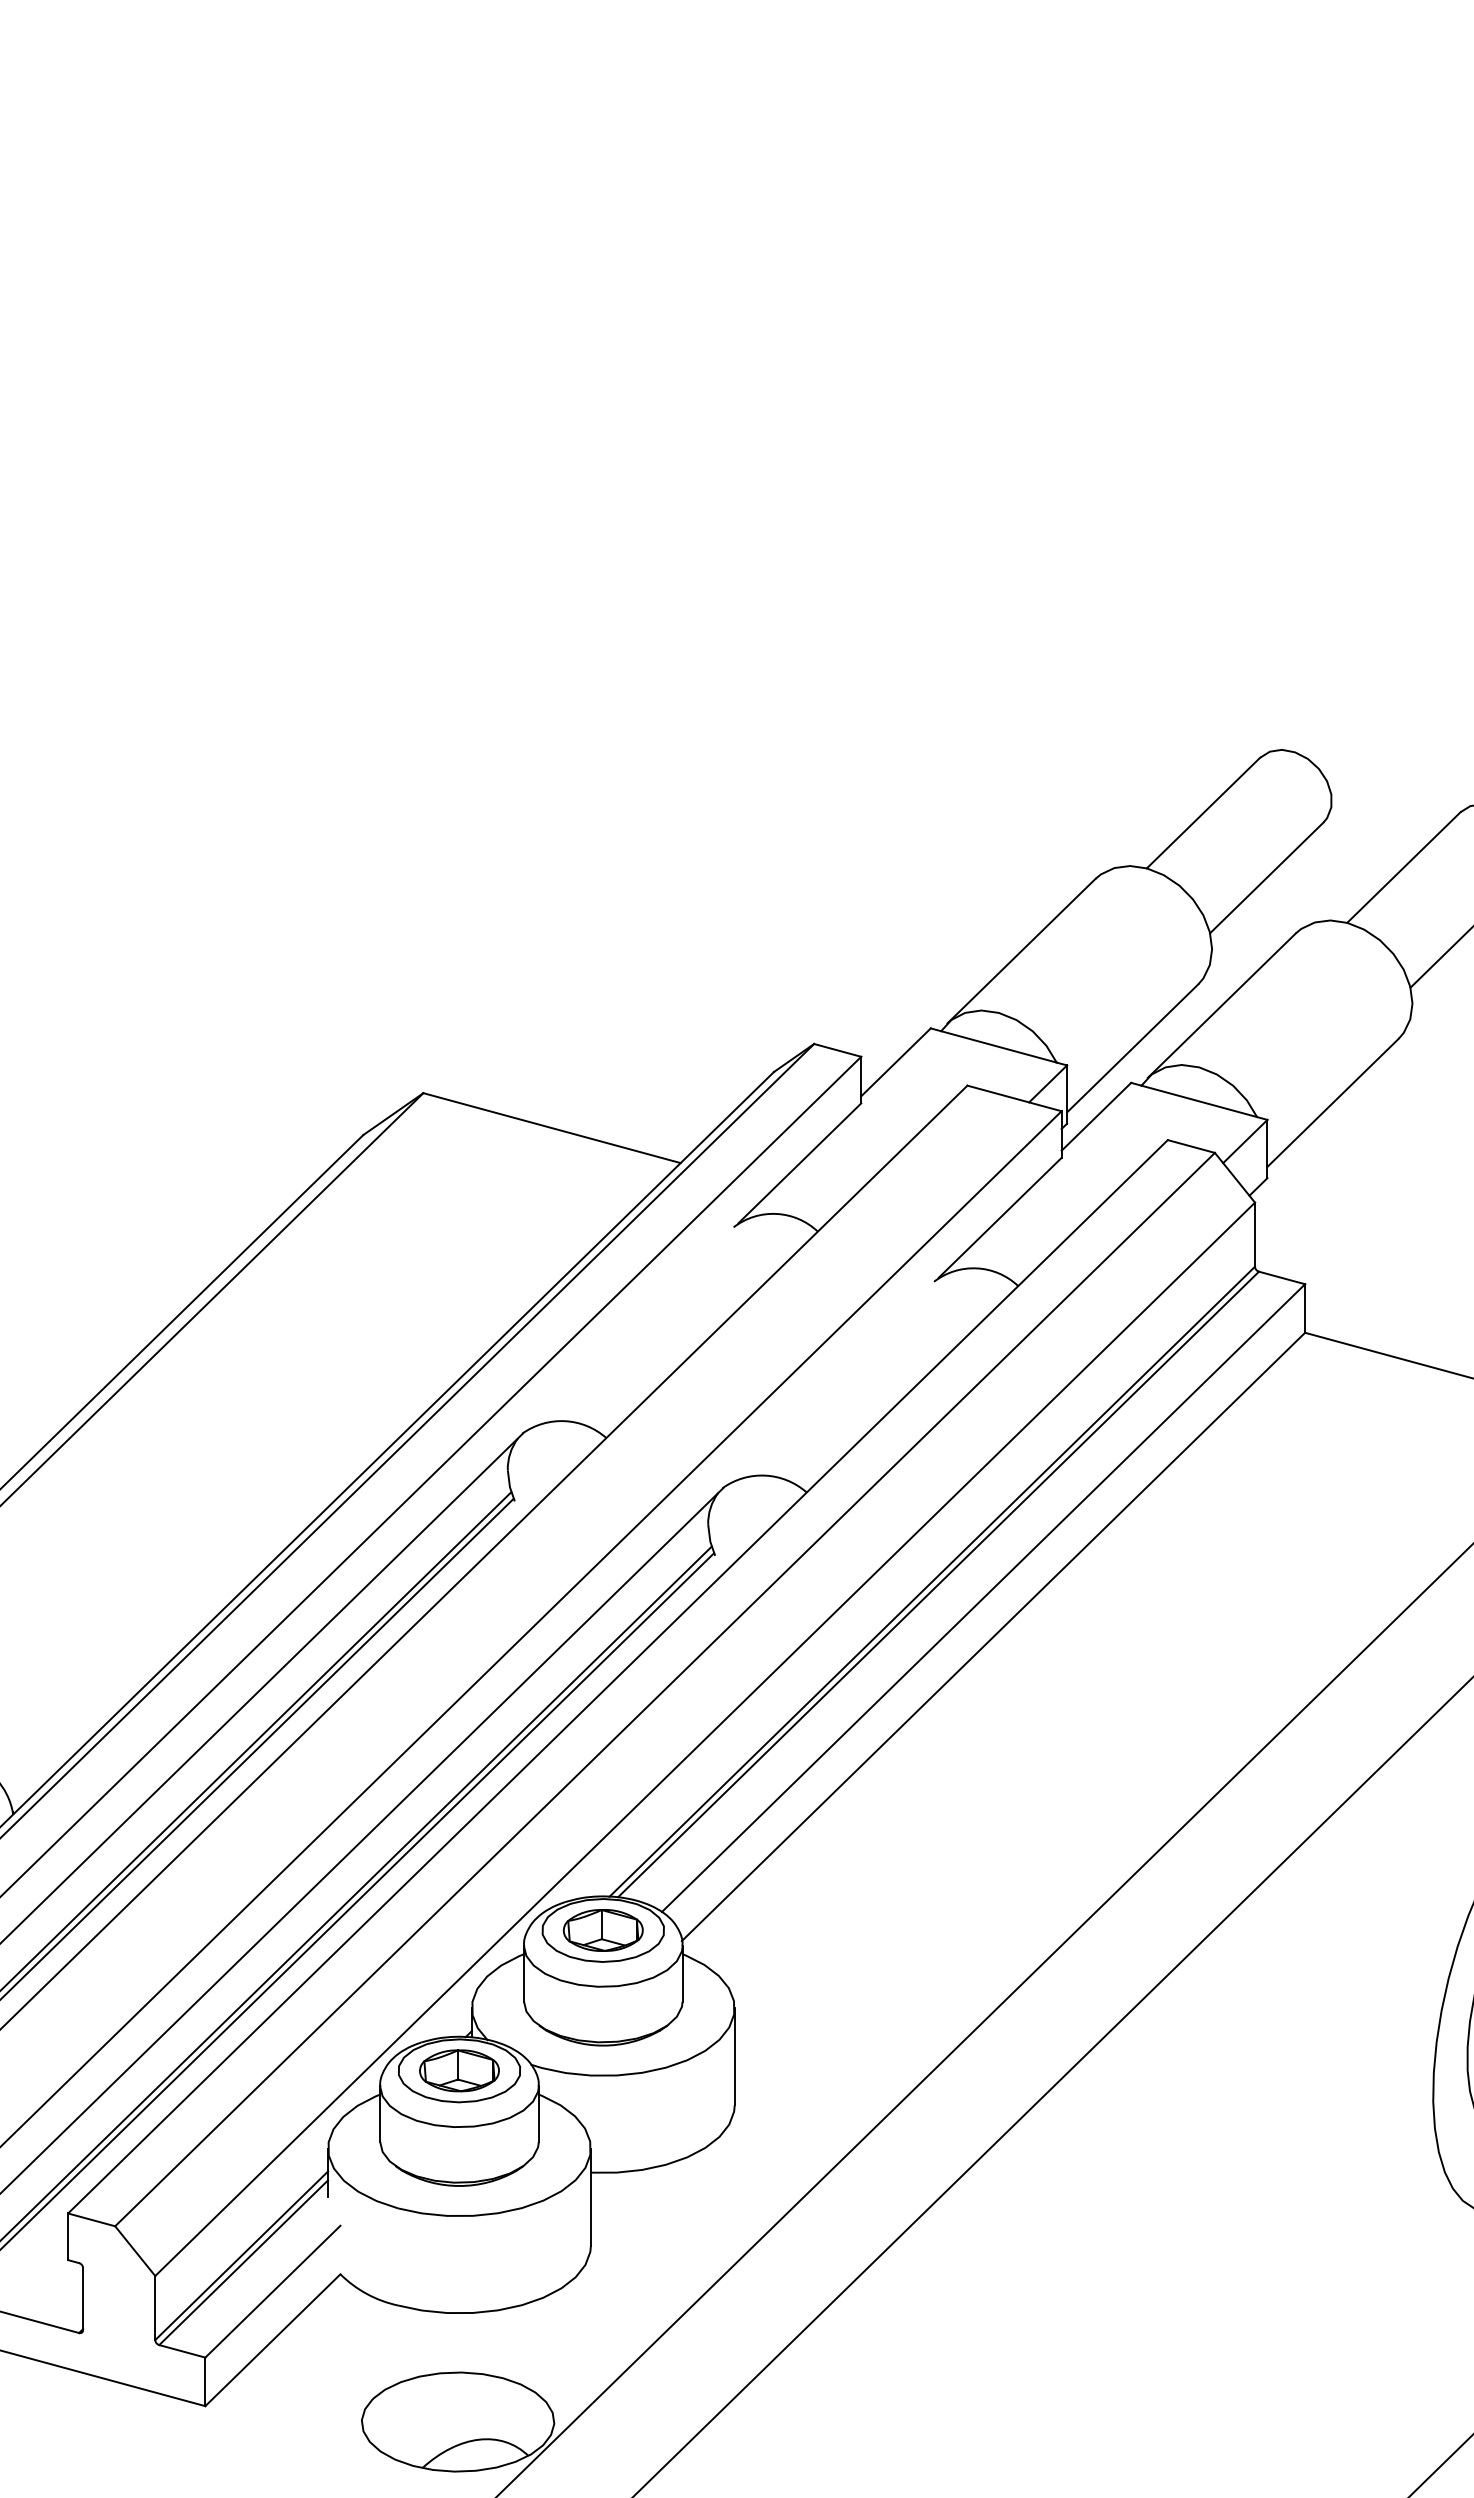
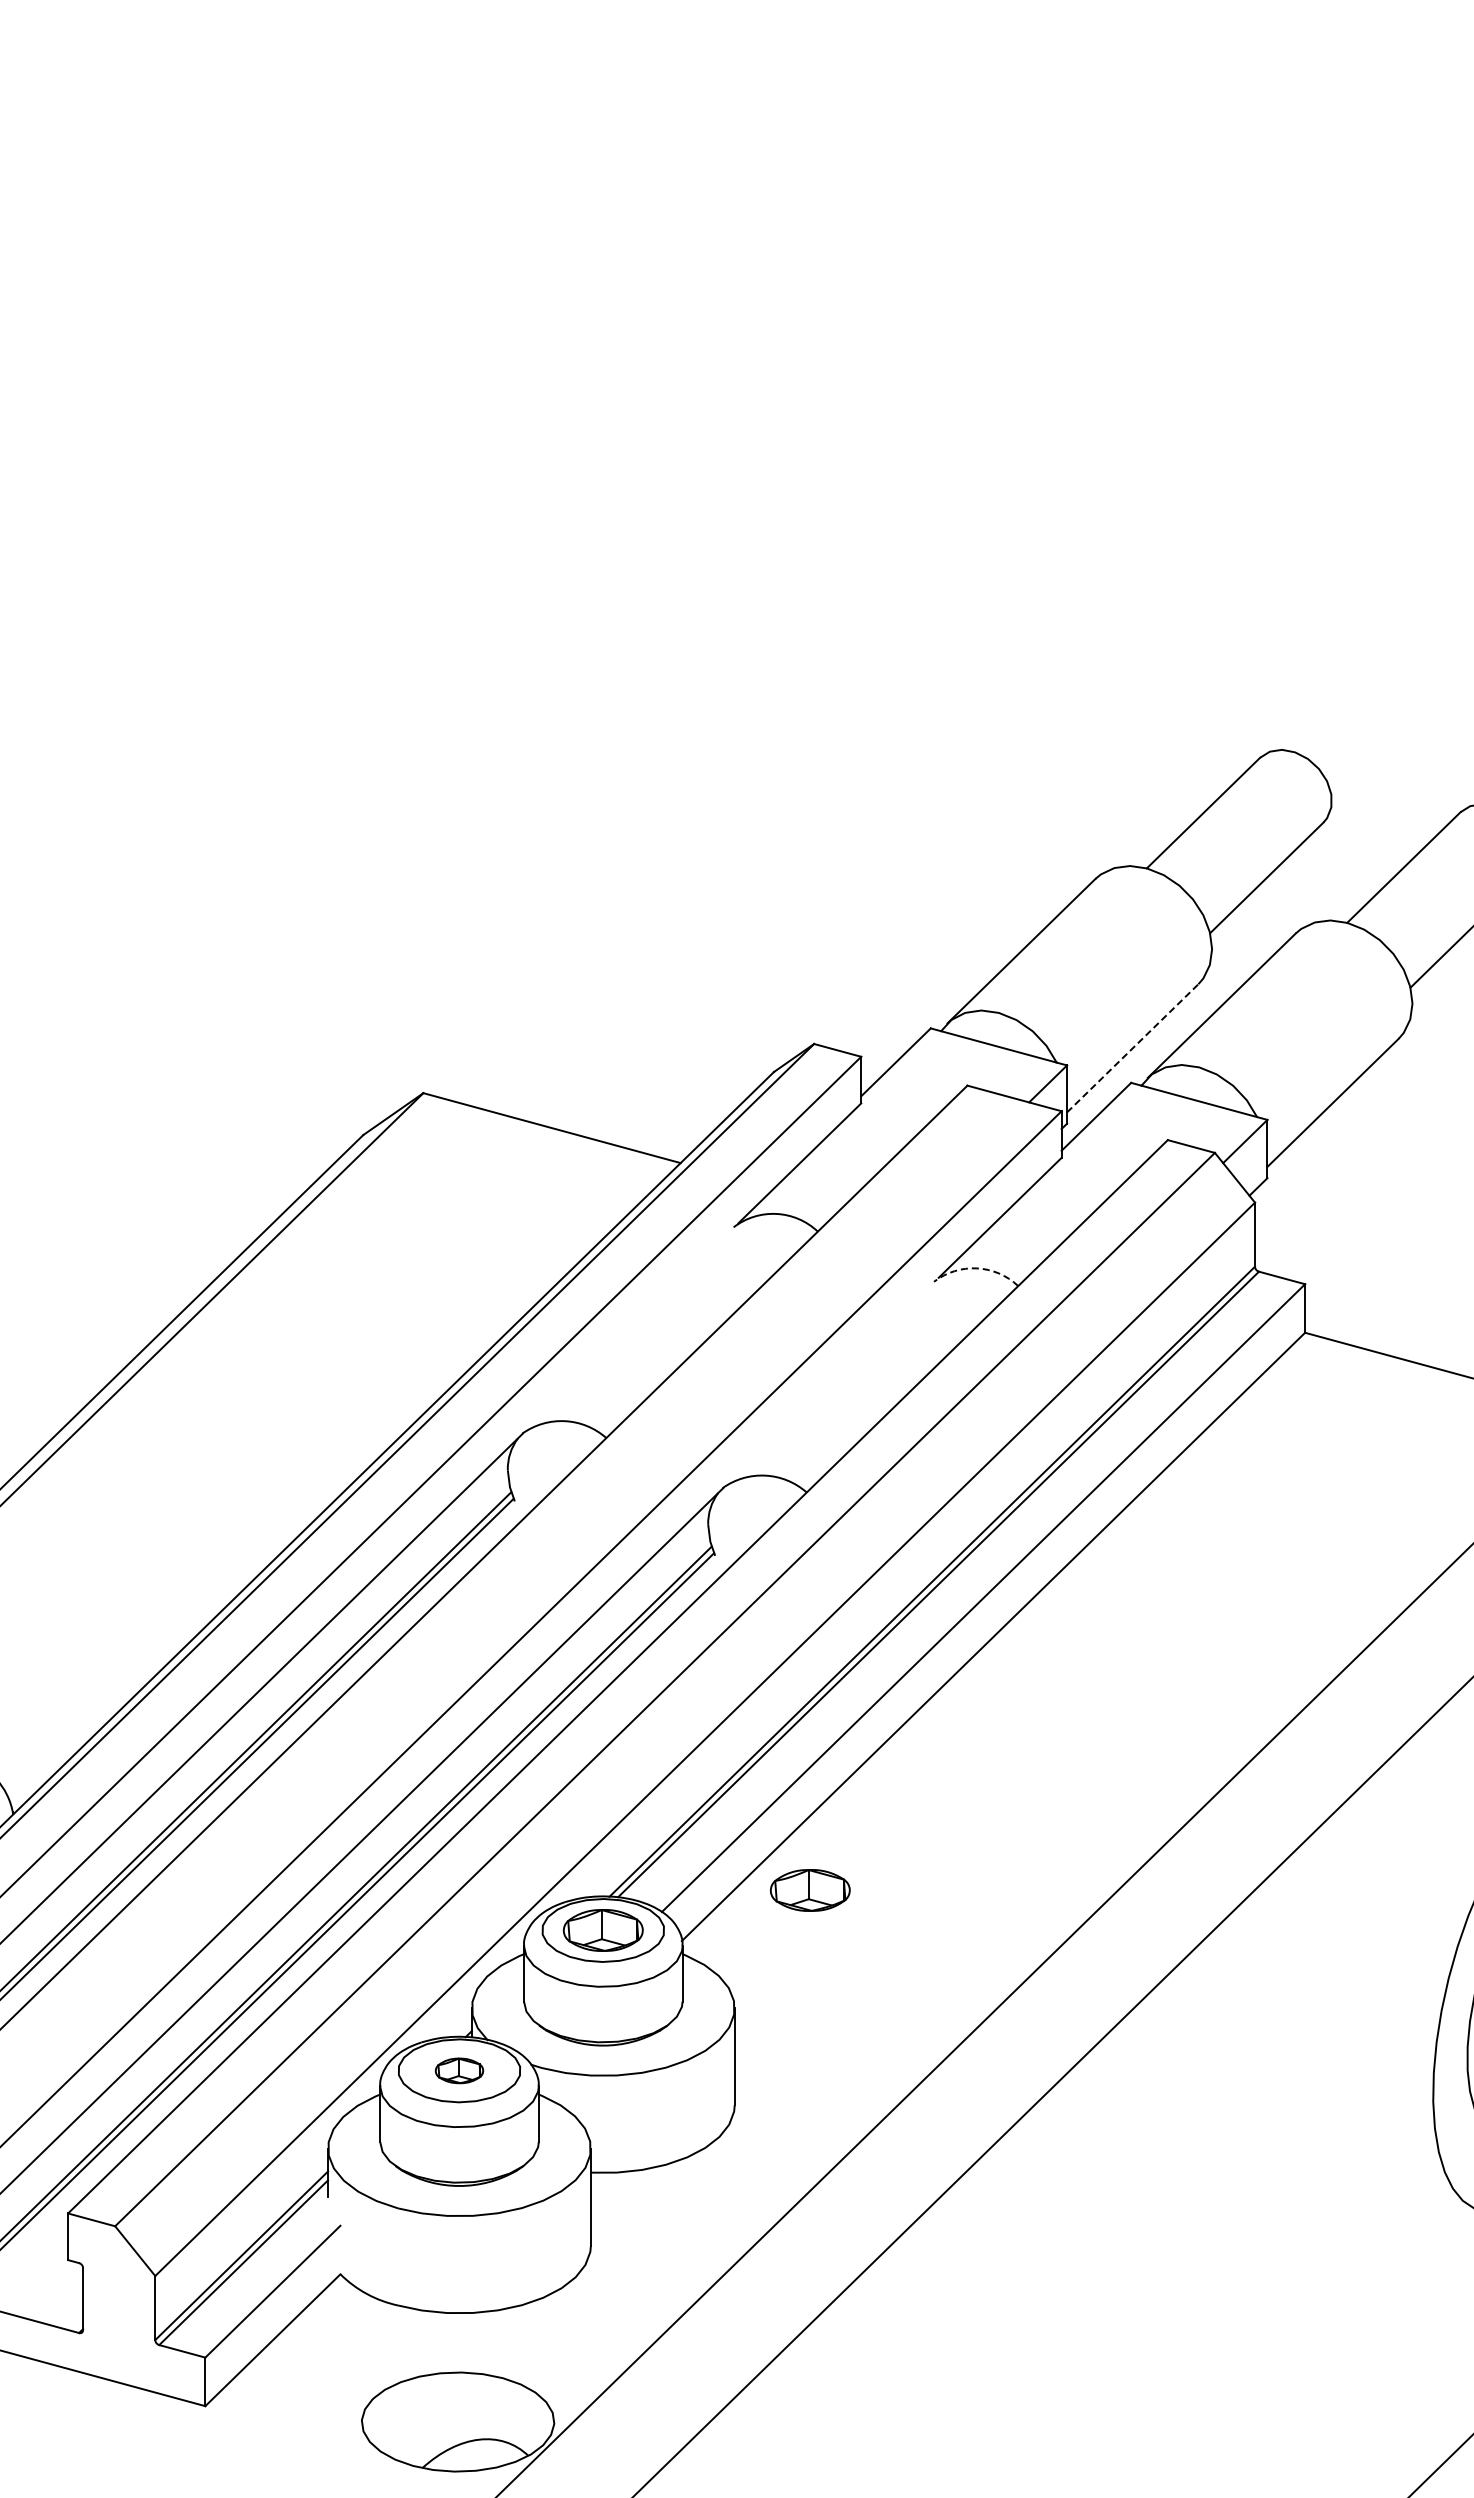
line at (1132, 1048): solid -> dashed
arc at (976, 1268): solid -> dashed
part at (809, 1890): none -> present
part at (459, 2070) size: 81x44 px -> 51x28 px
